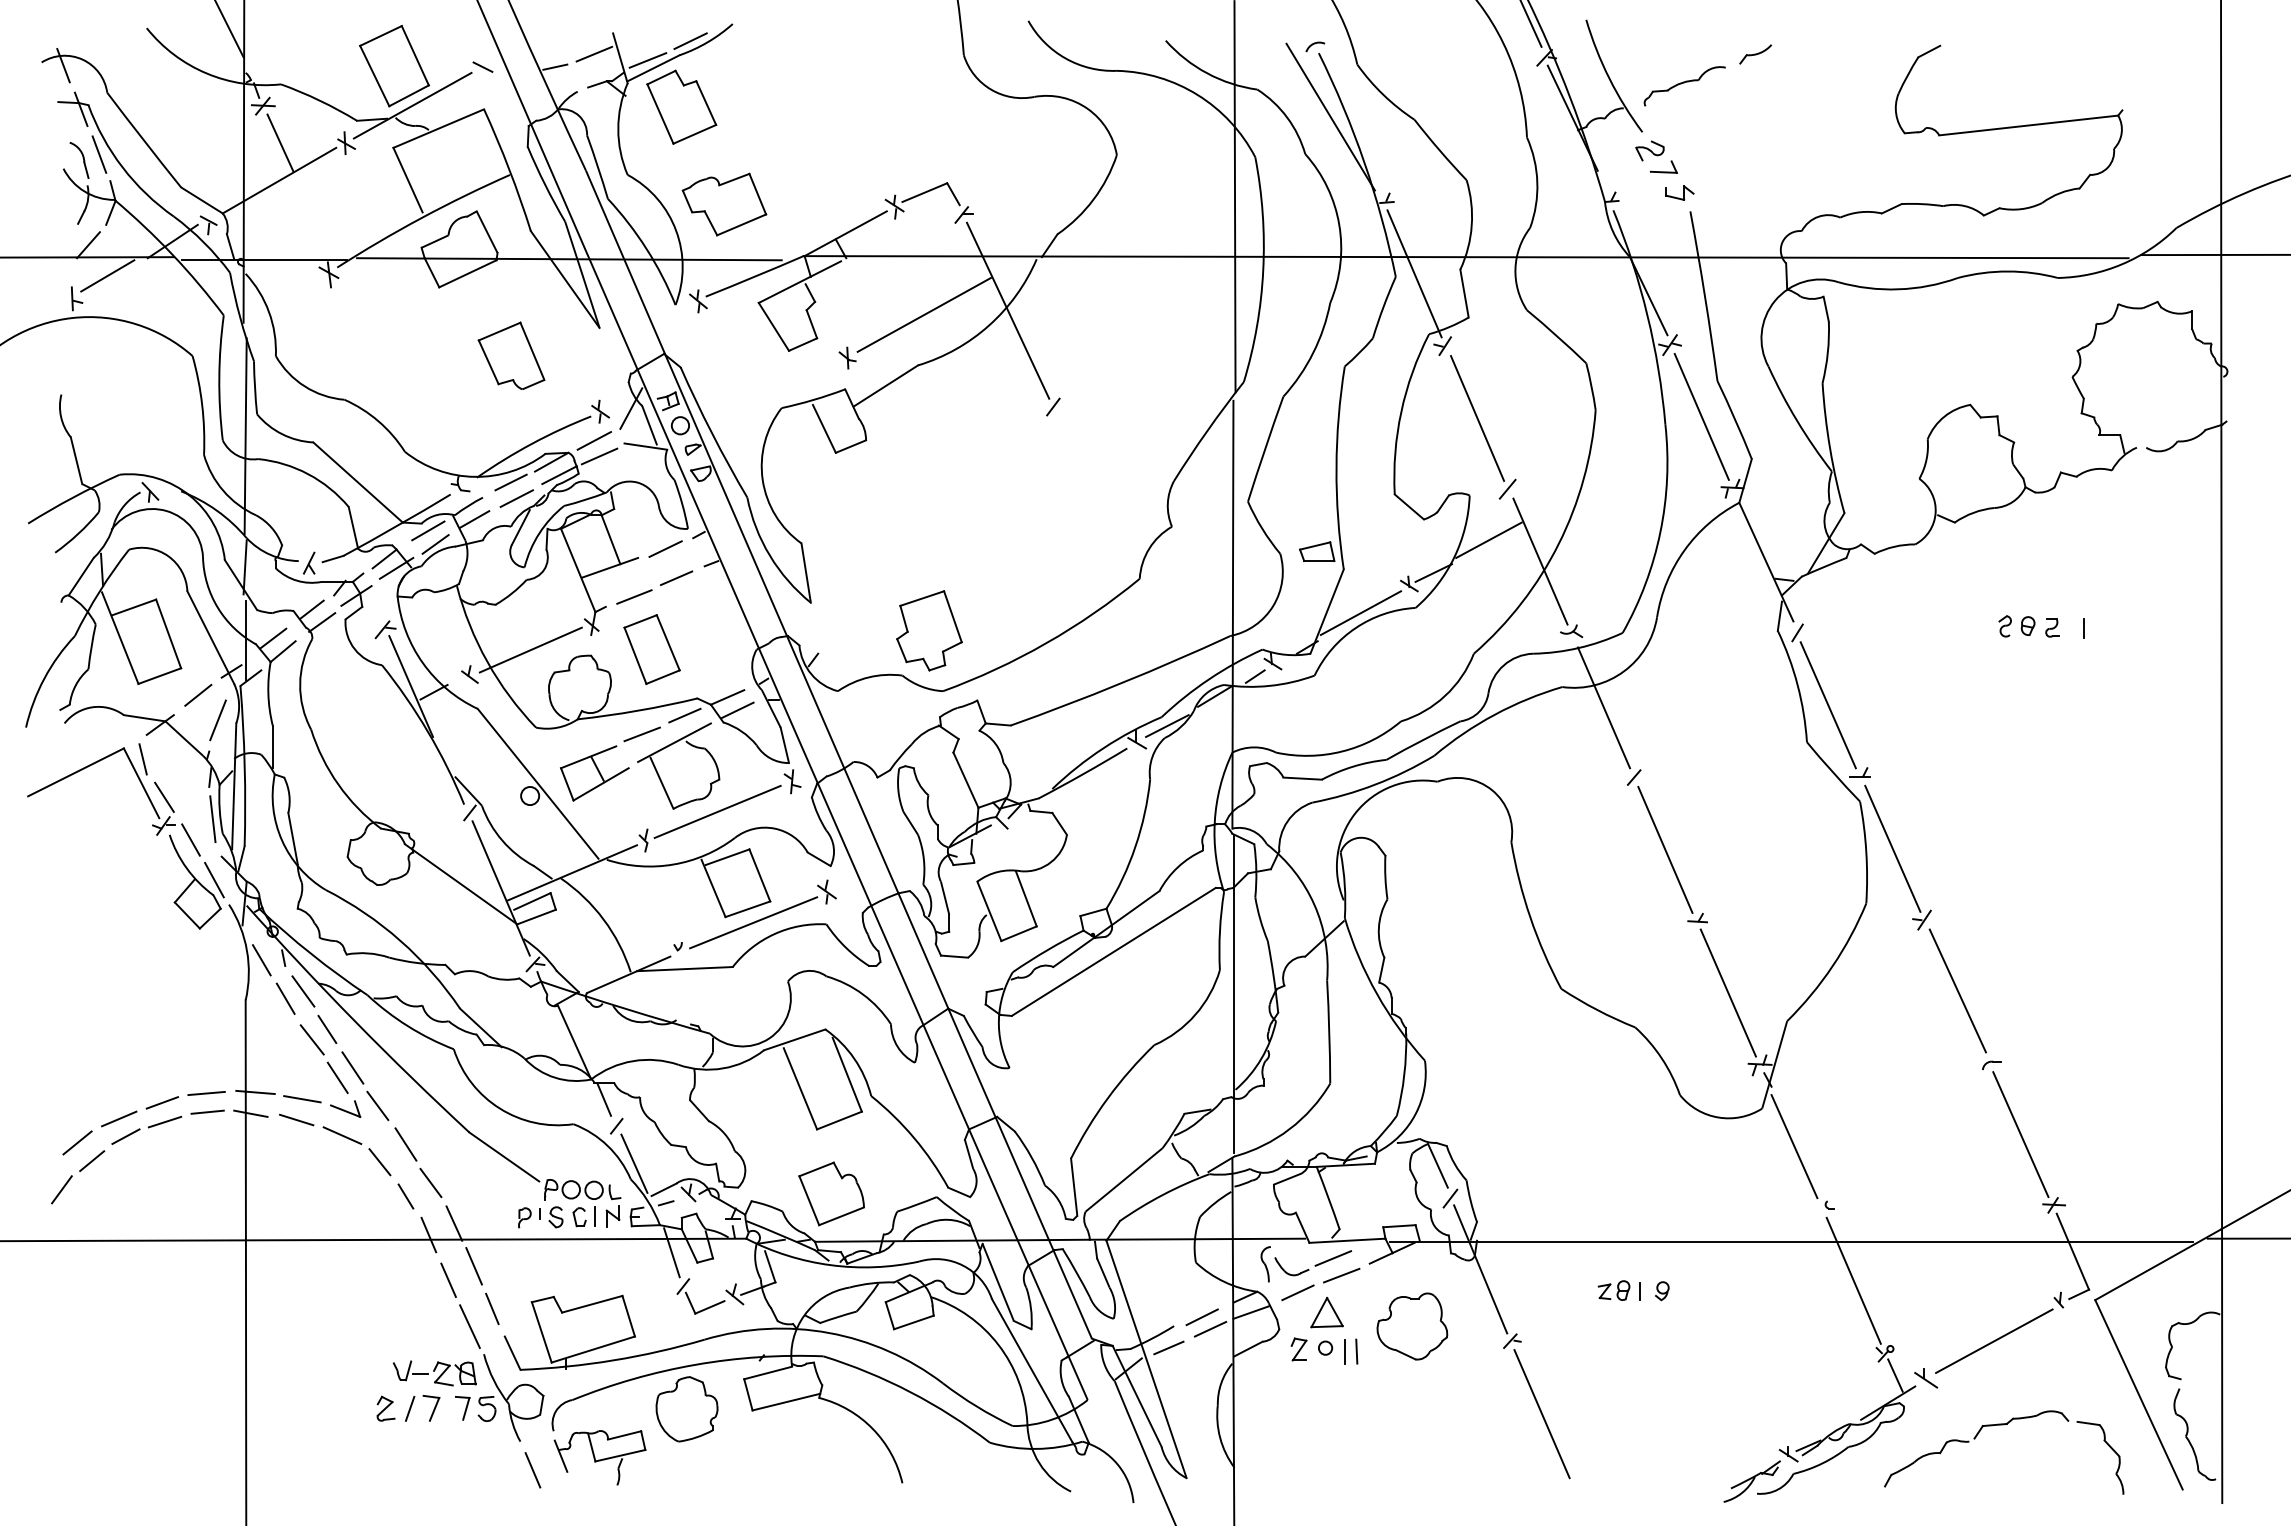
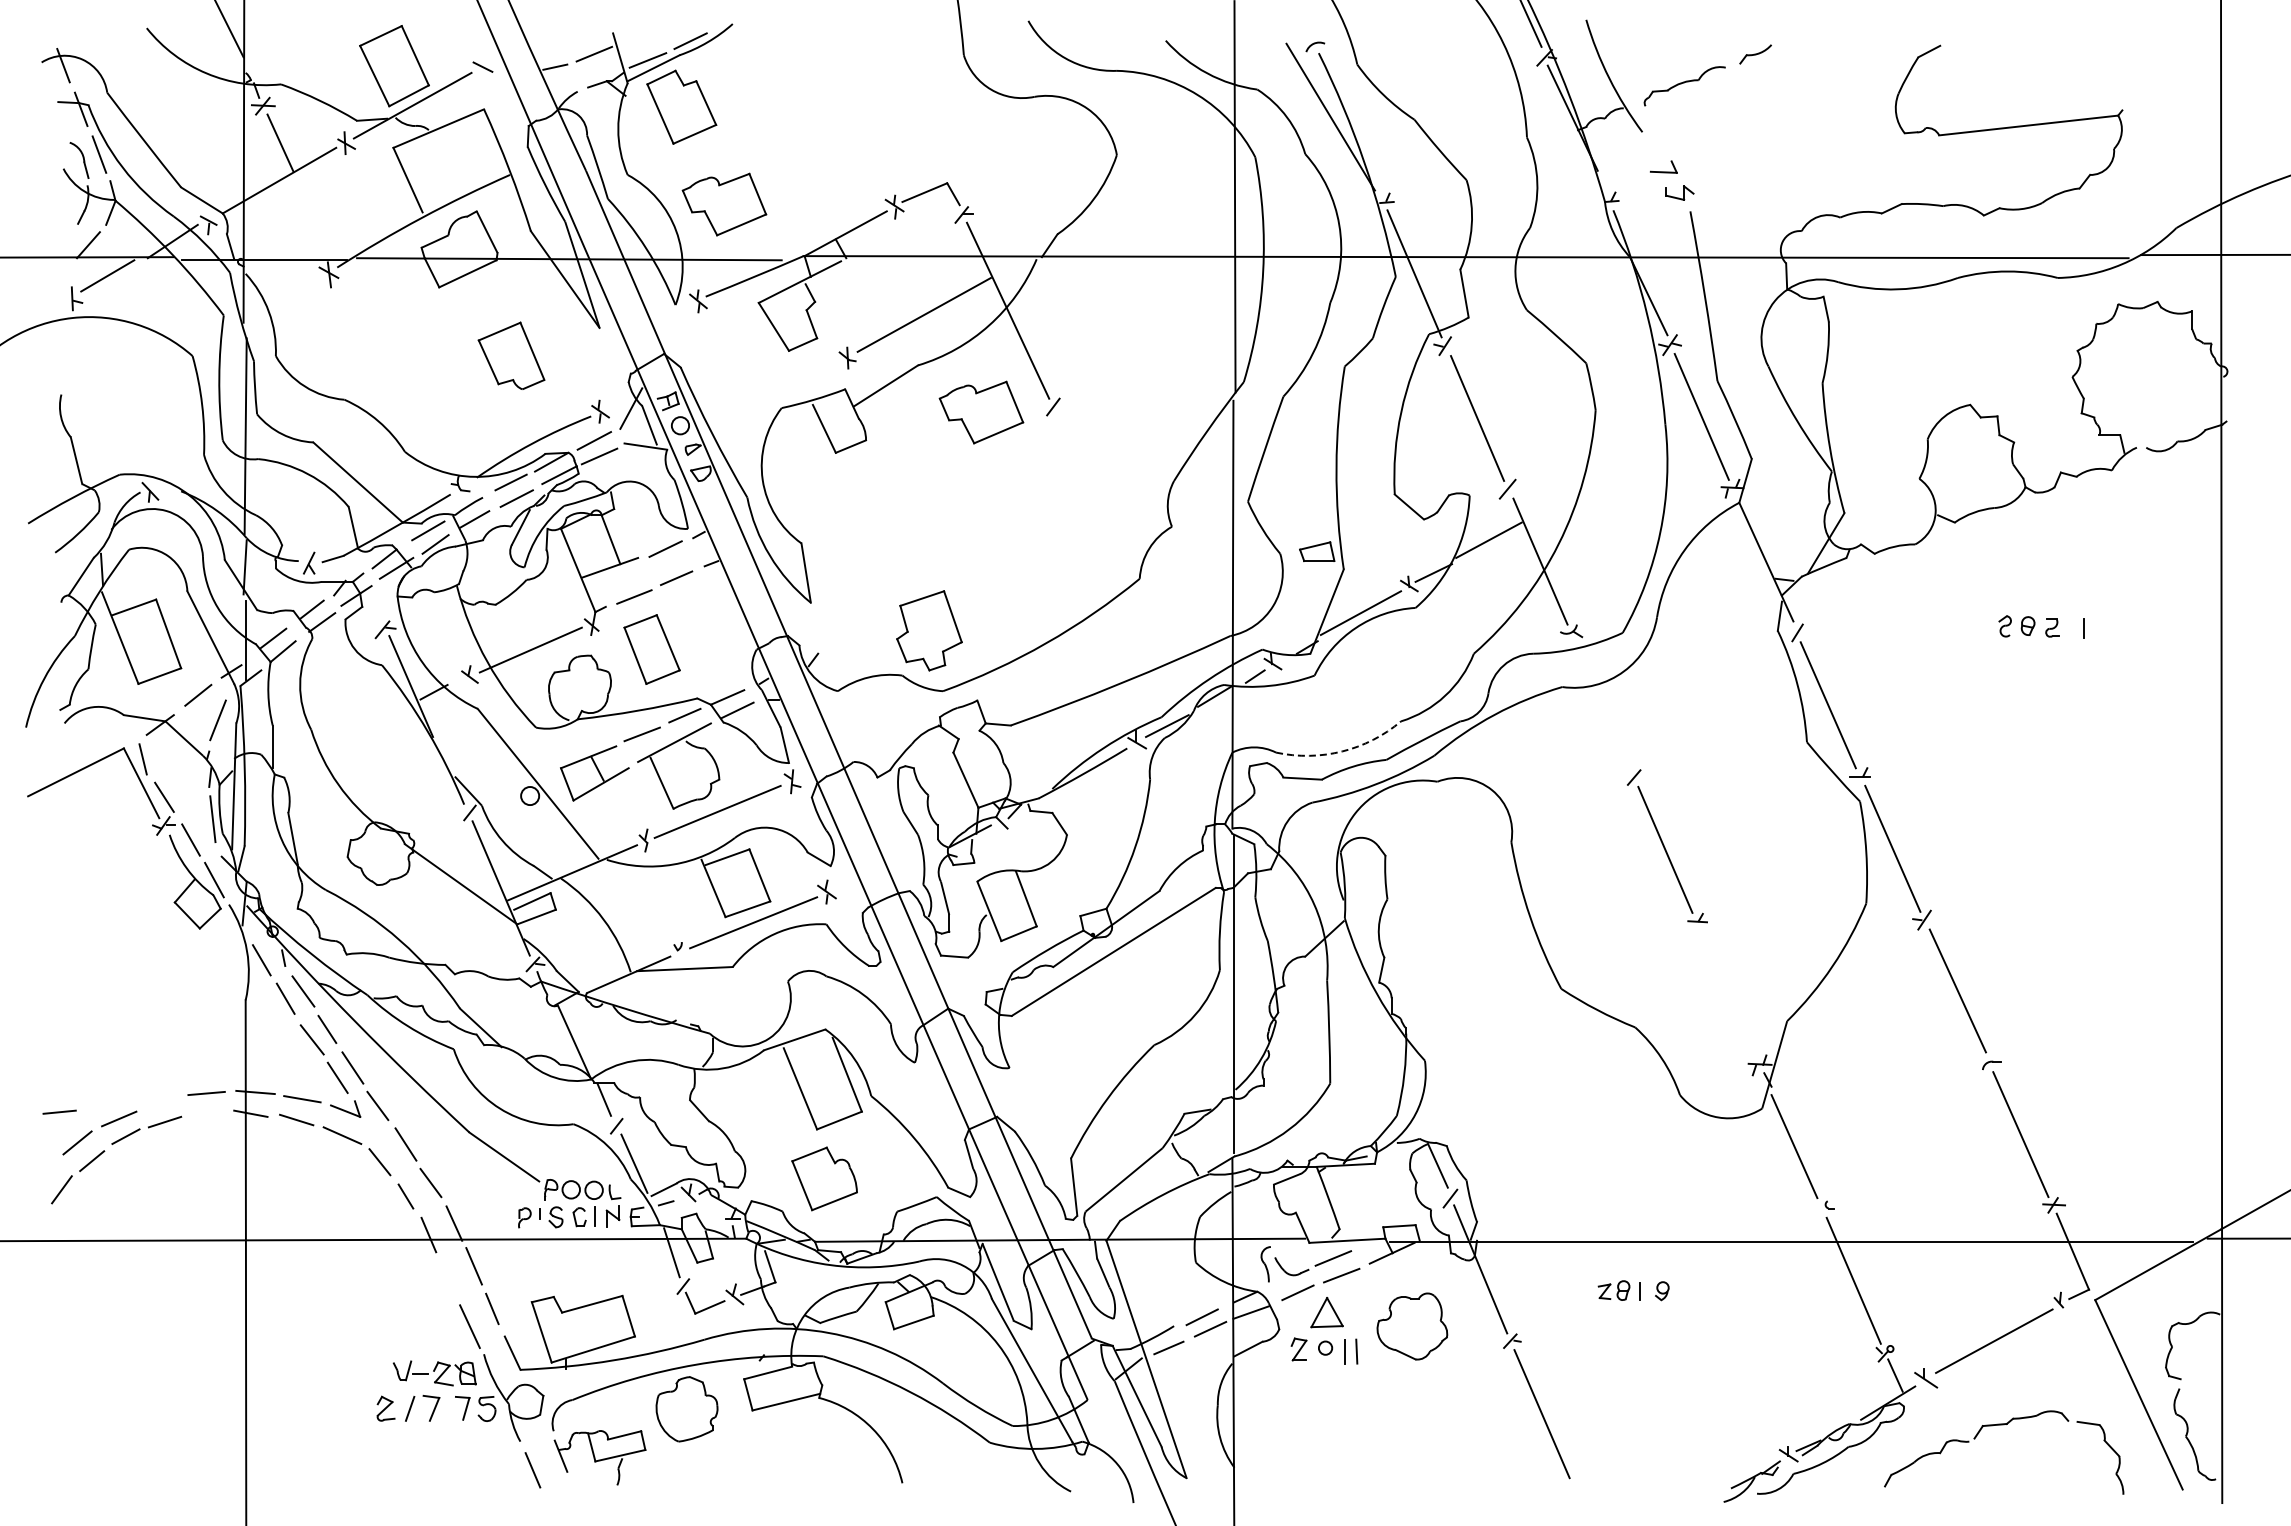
part at (1649, 150): present -> none
part at (981, 412): none -> present
line at (1603, 707): present -> none
arc at (1342, 751): solid -> dashed
line at (1727, 992): present -> none
line at (162, 1102): present -> none
line at (207, 1111) position: (207, 1111) -> (59, 1111)
part at (831, 1193) position: (831, 1193) -> (824, 1178)
line at (448, 1279): present -> none
